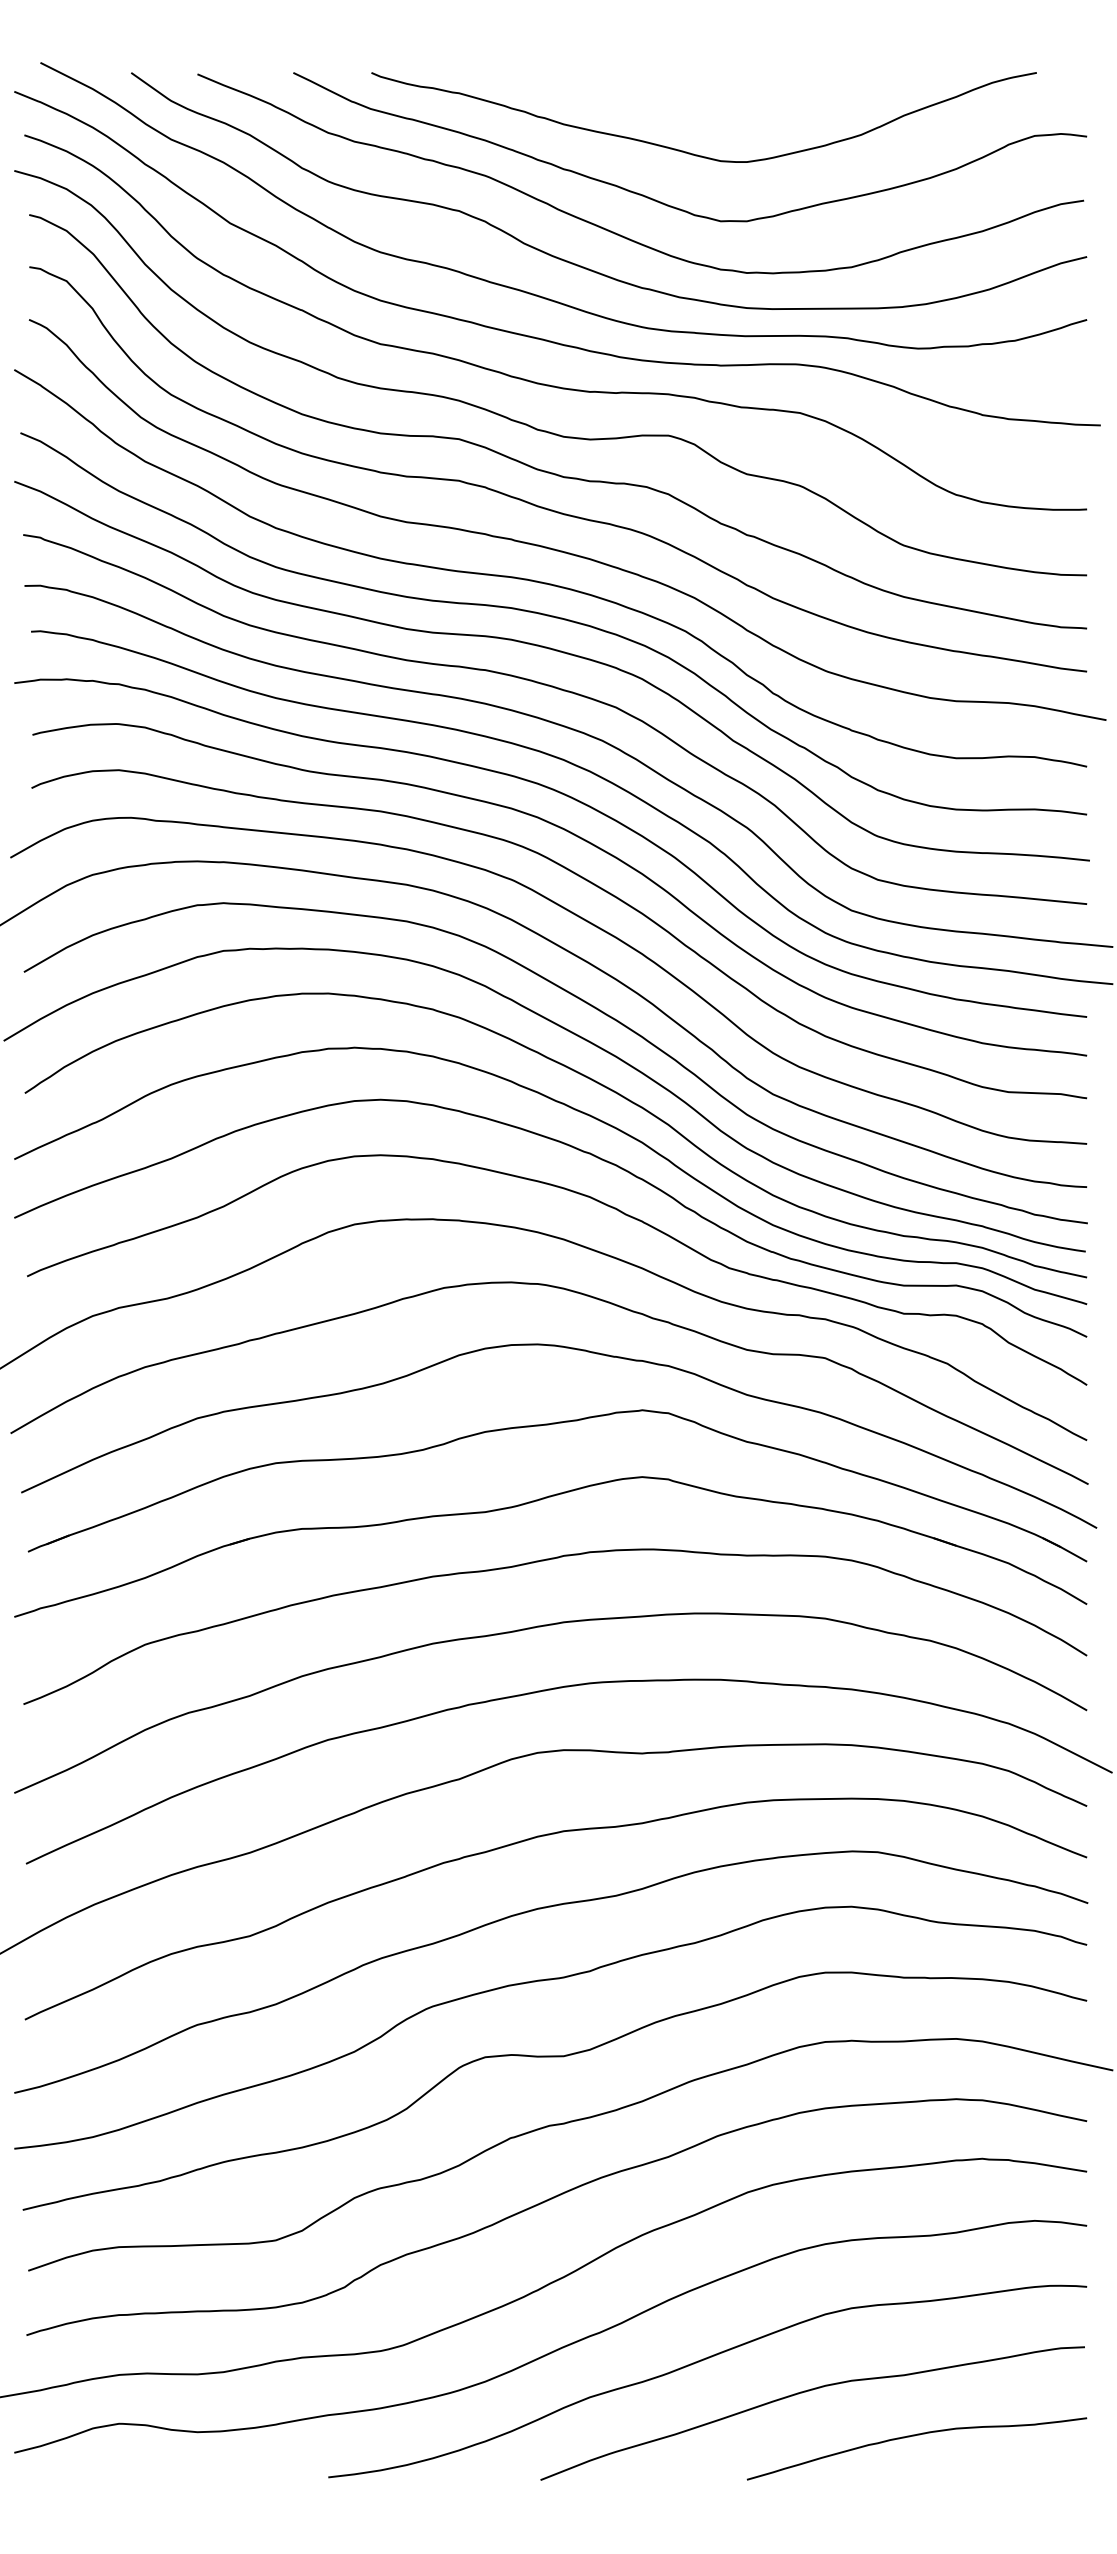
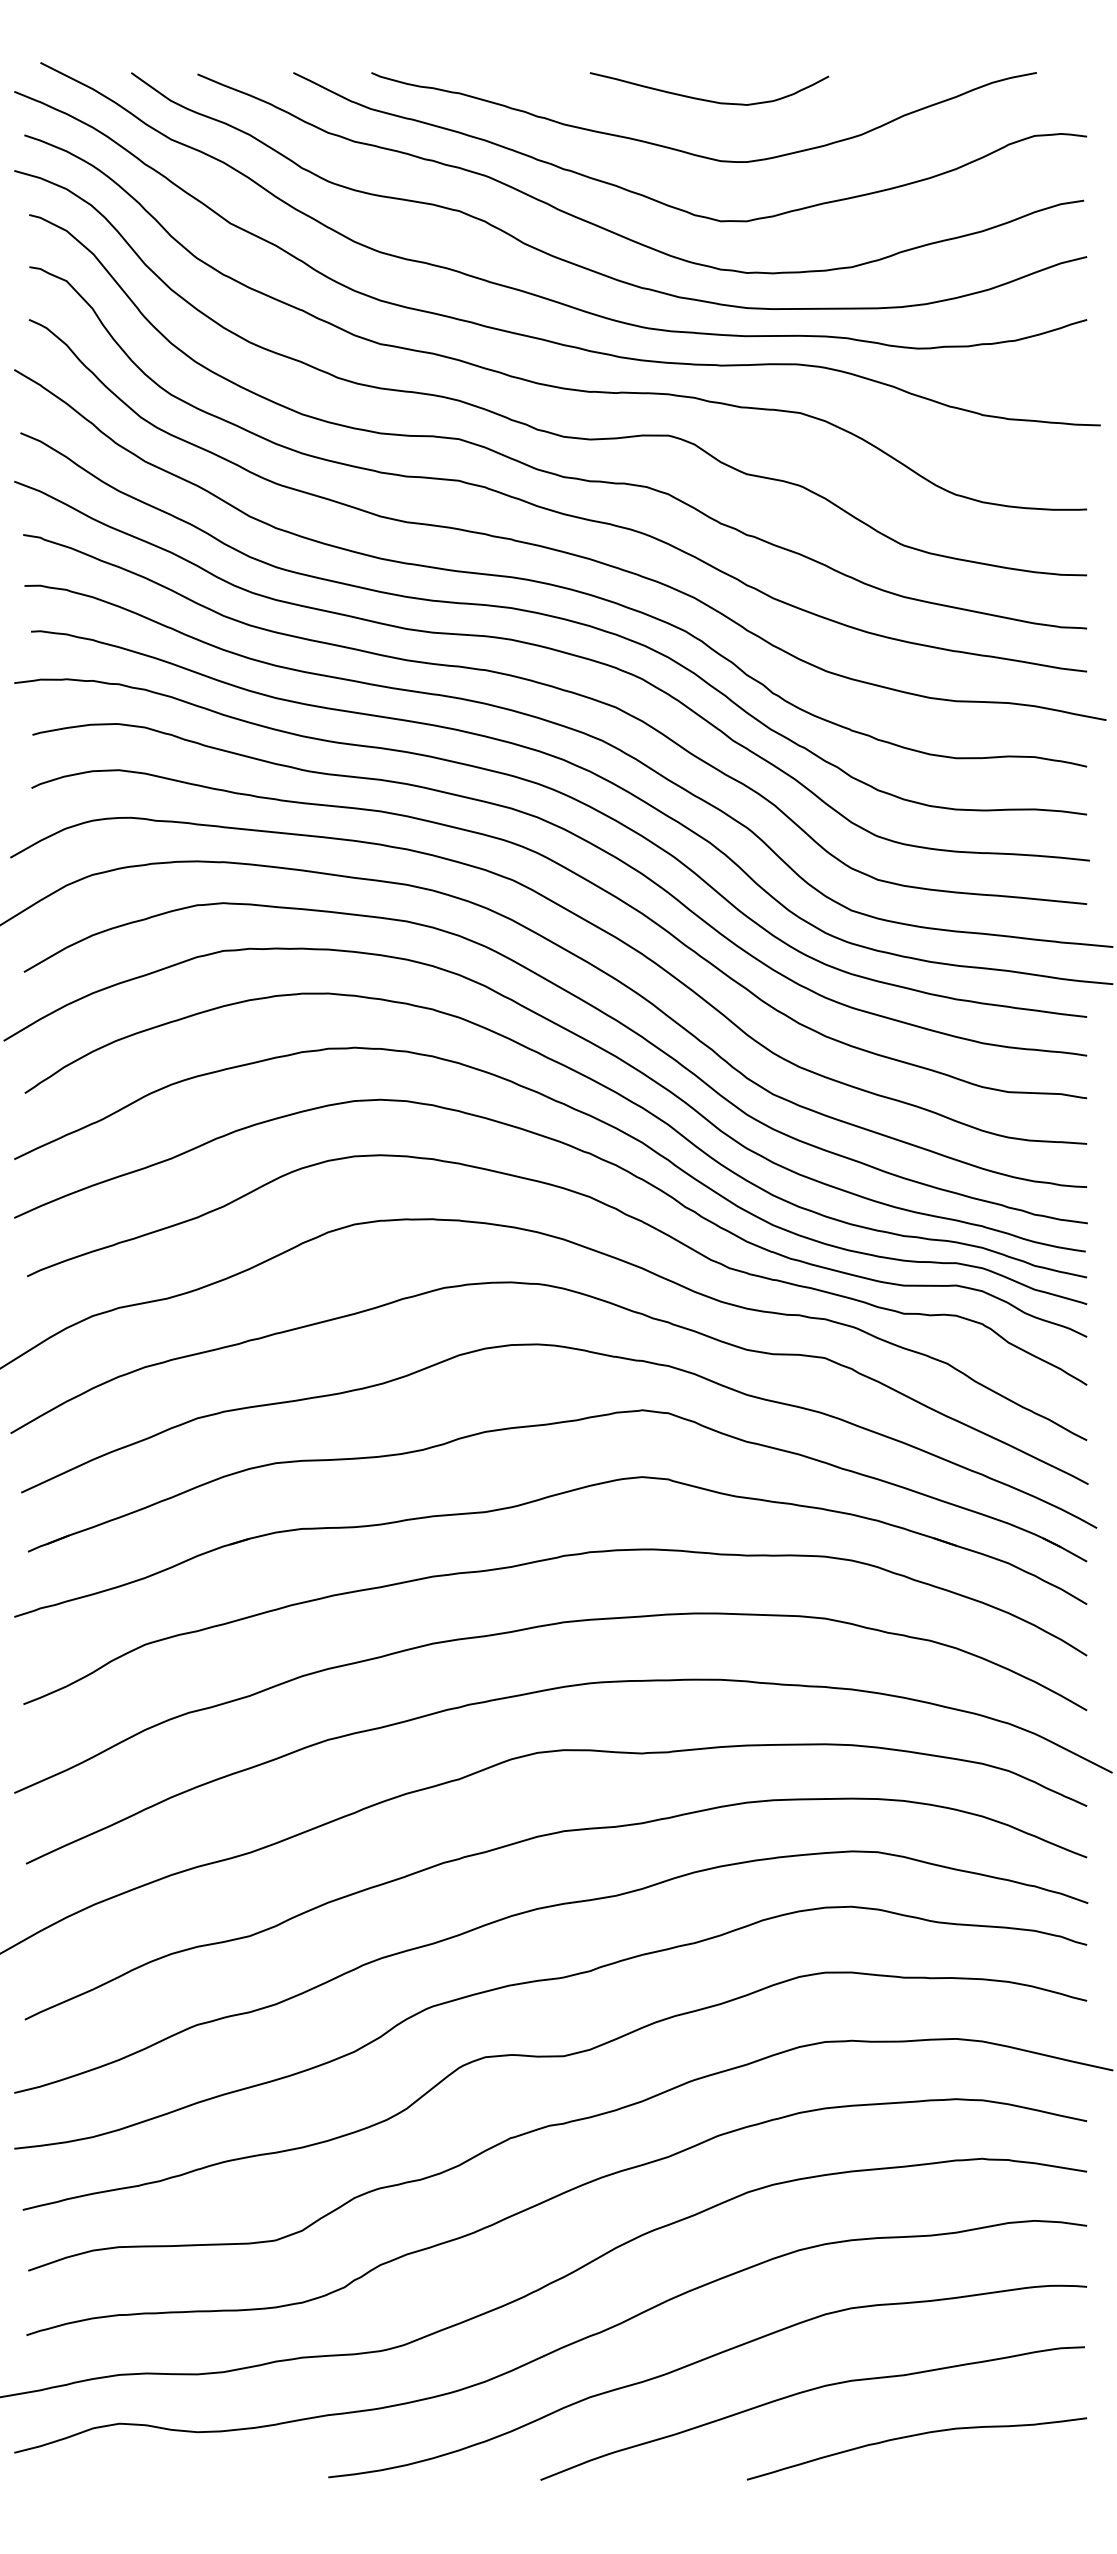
curve at (707, 99): none -> present
